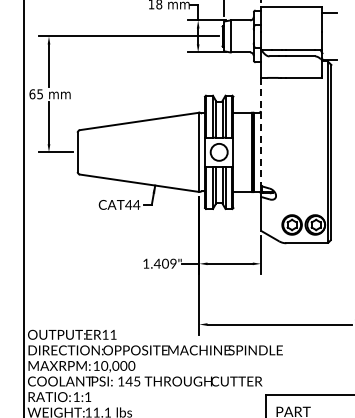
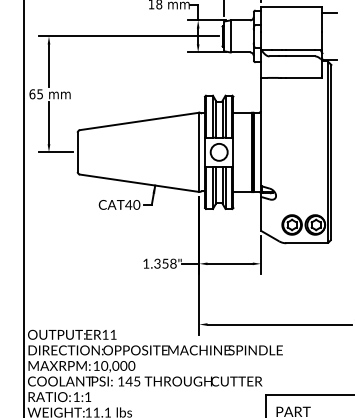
line at (260, 132): dashed -> solid
text at (136, 204): CAT44 -> CAT40
text at (164, 263): 1.409" -> 1.358"
